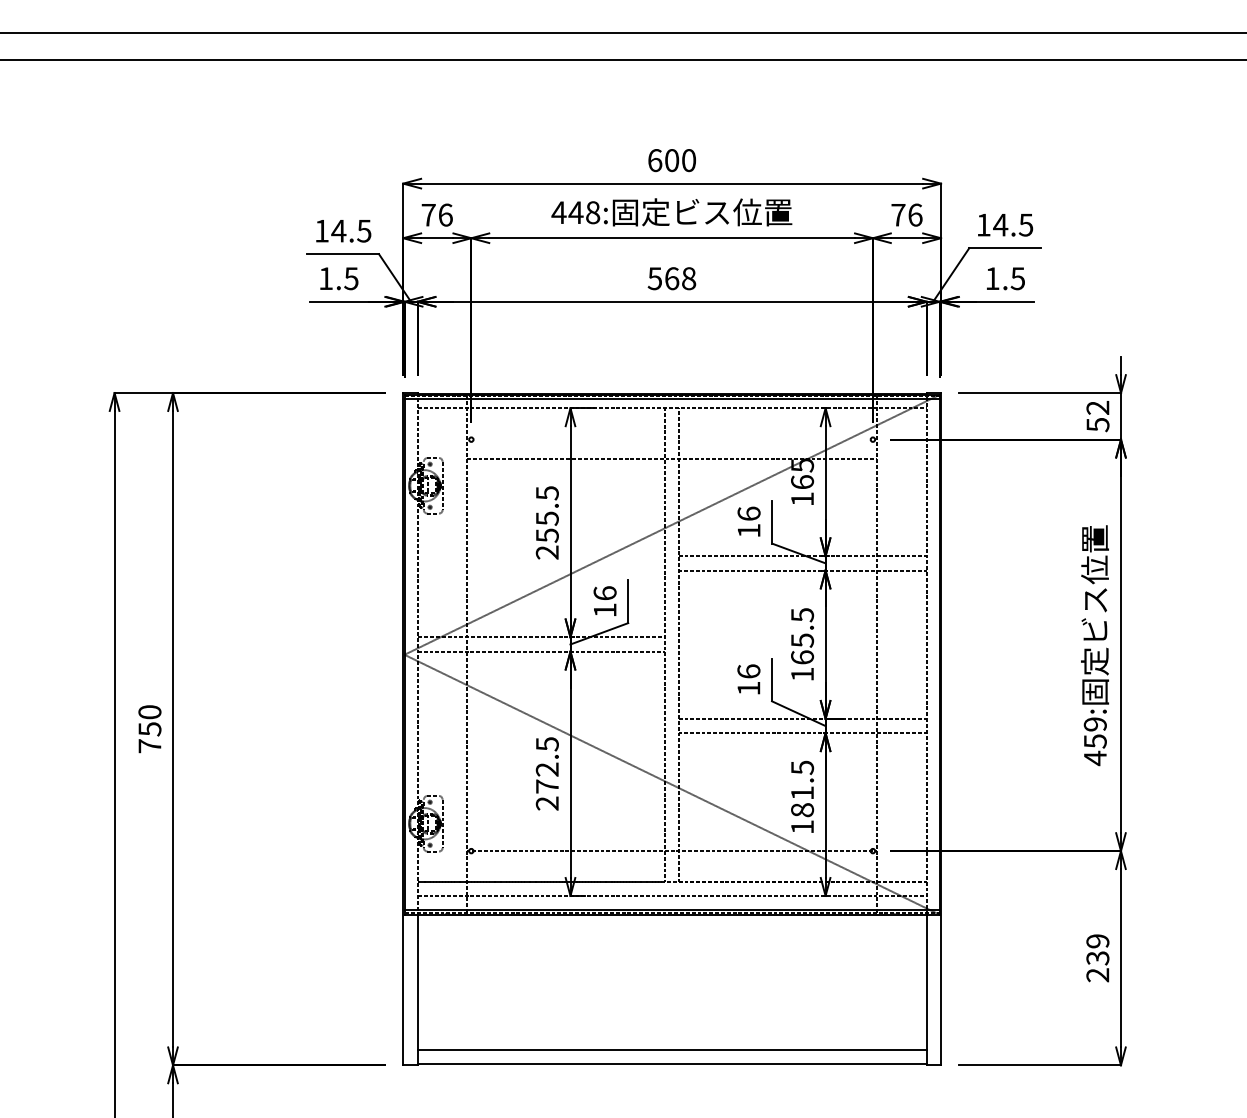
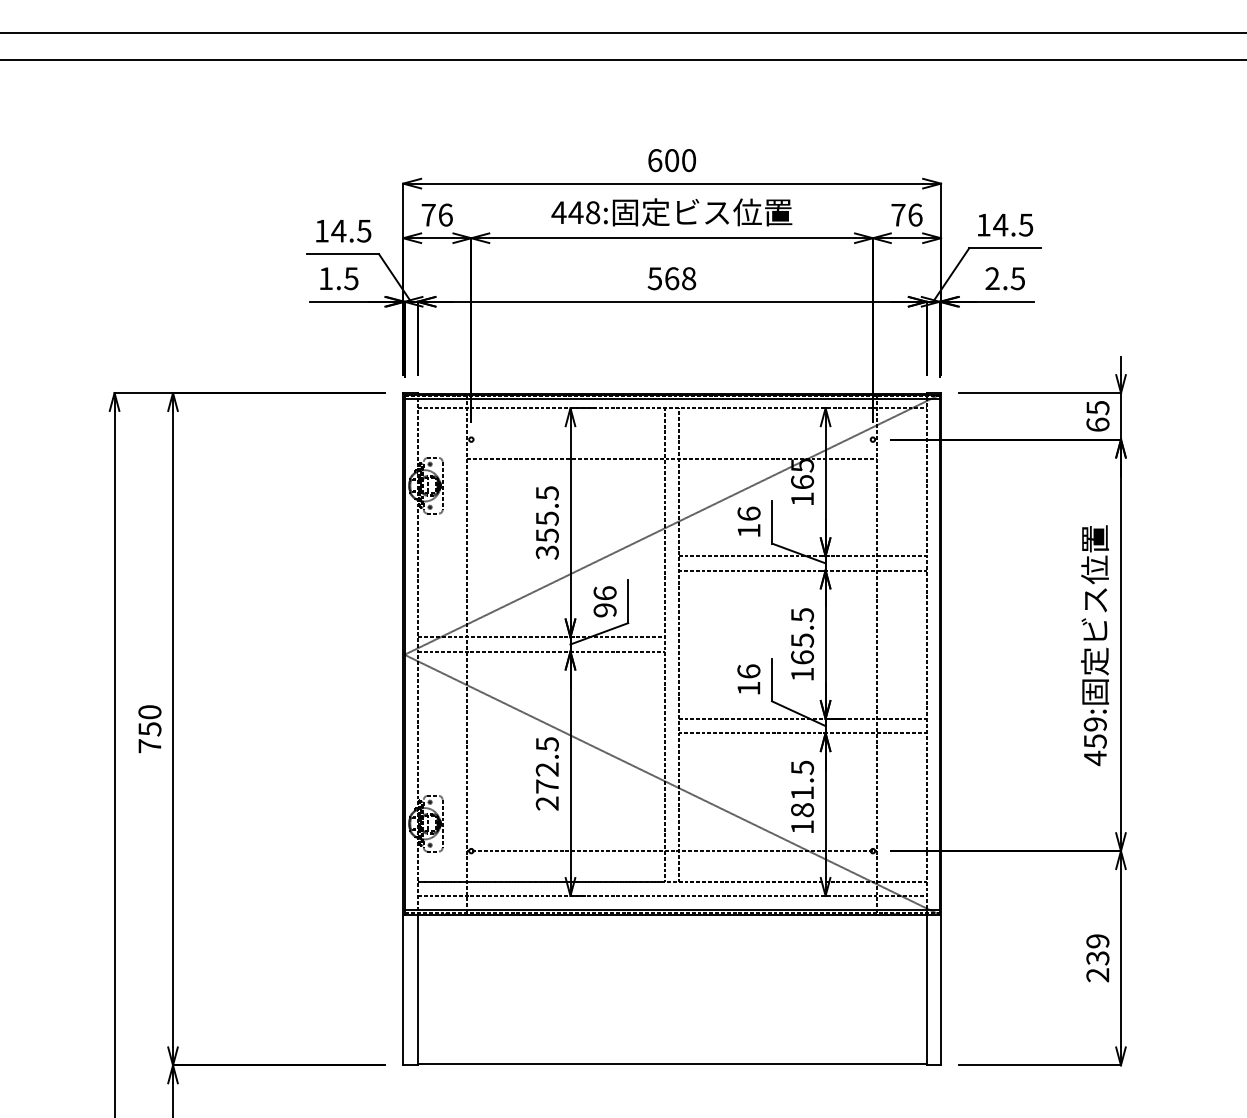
text at (992, 278): 1.5 -> 2.5
text at (1097, 416): 52 -> 65
text at (547, 552): 255.5 -> 355.5
text at (604, 610): 16 -> 96
line at (671, 1050): present -> none
